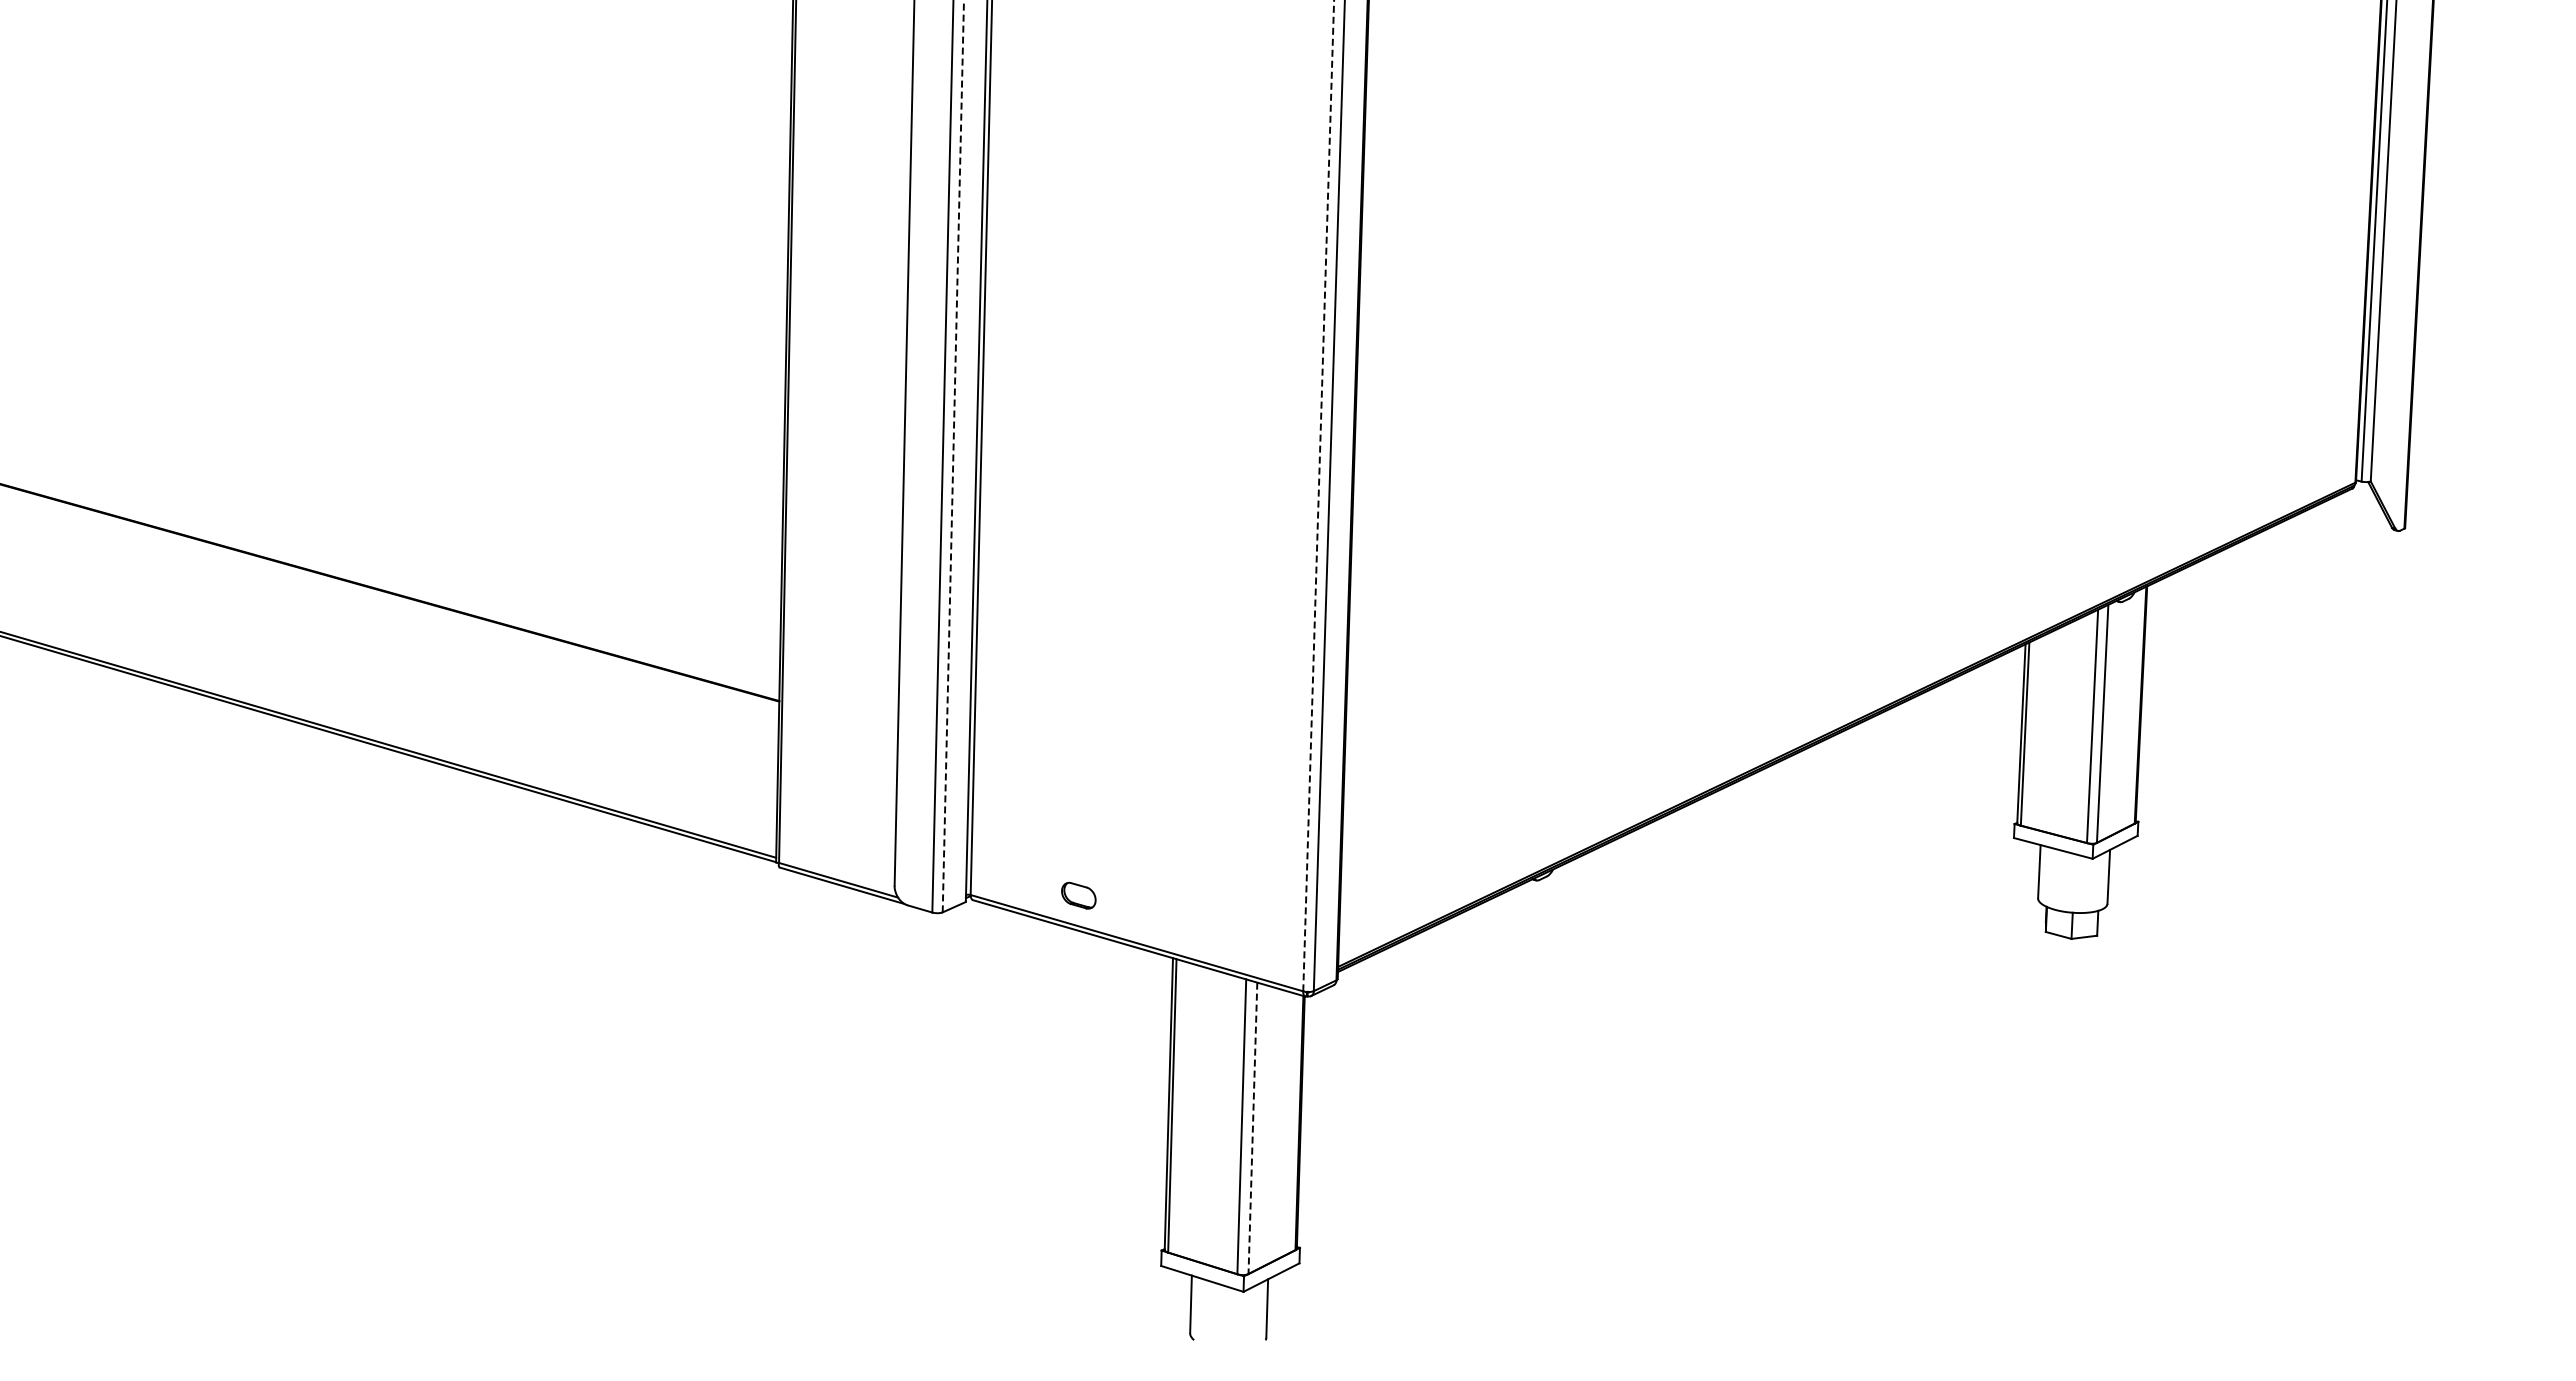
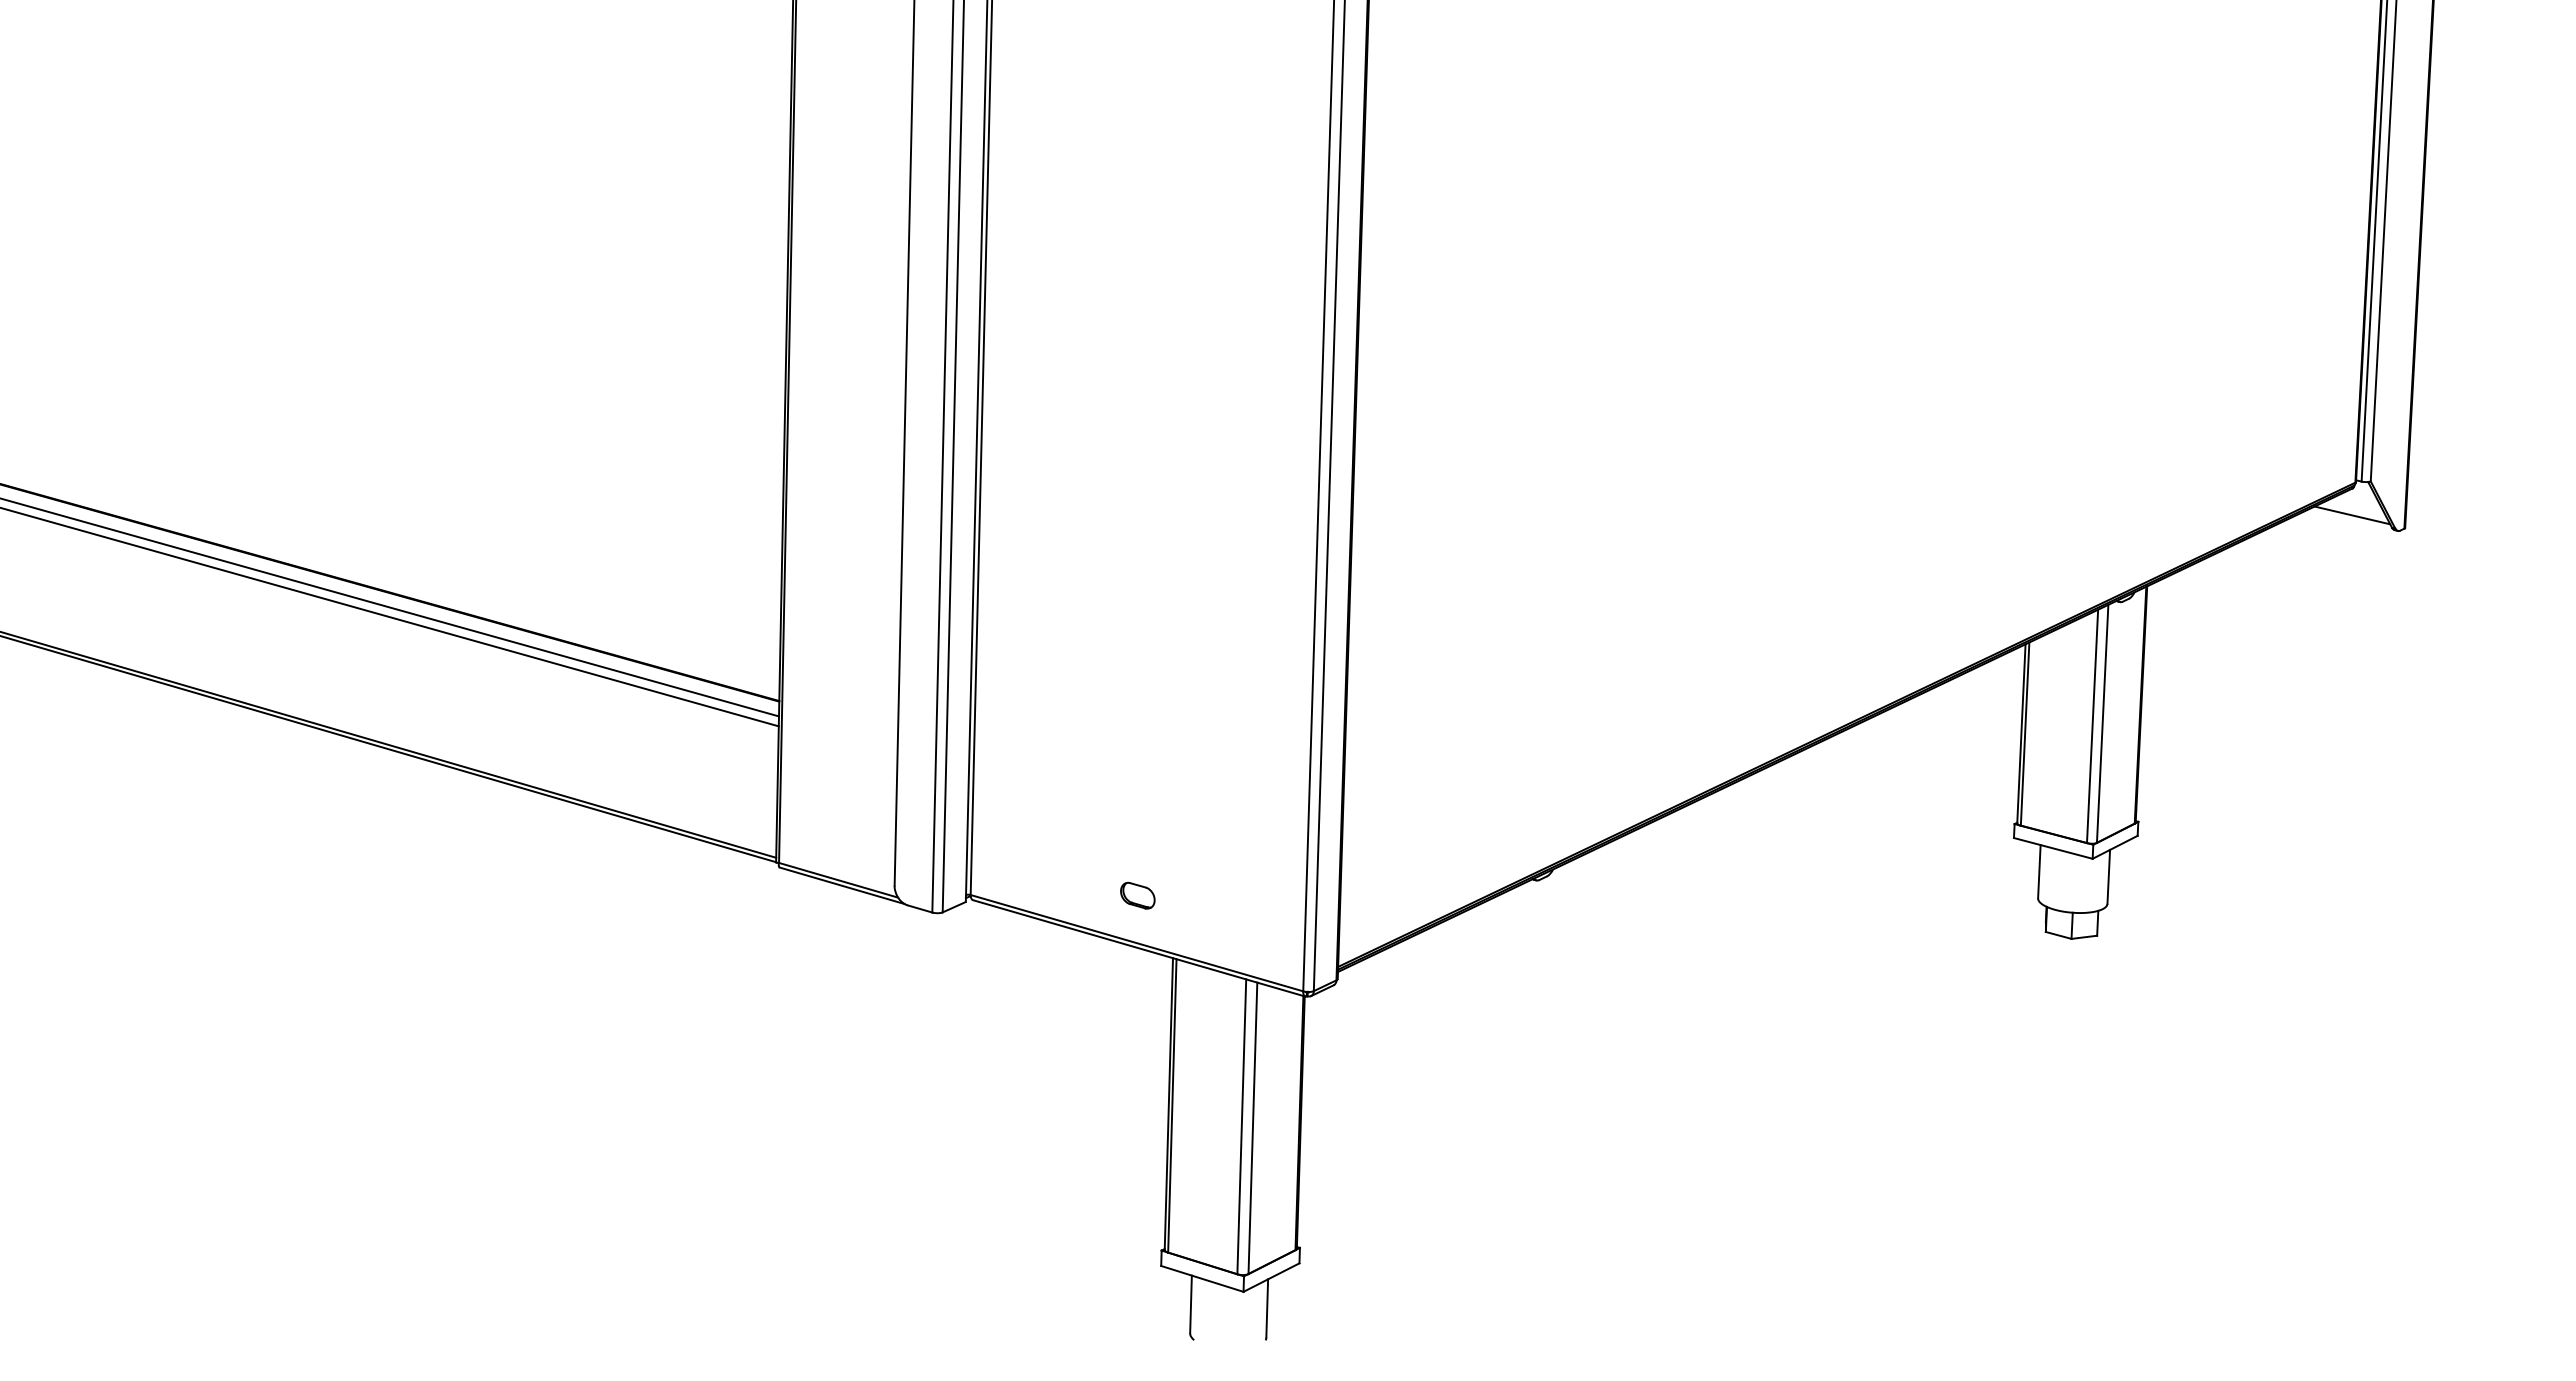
line at (953, 456): dashed -> solid
line at (1318, 495): dashed -> solid
line at (2352, 515): none -> present
line at (390, 607): none -> present
line at (390, 617): none -> present
part at (1078, 895) position: (1078, 895) -> (1137, 895)
line at (1252, 1128): dashed -> solid
